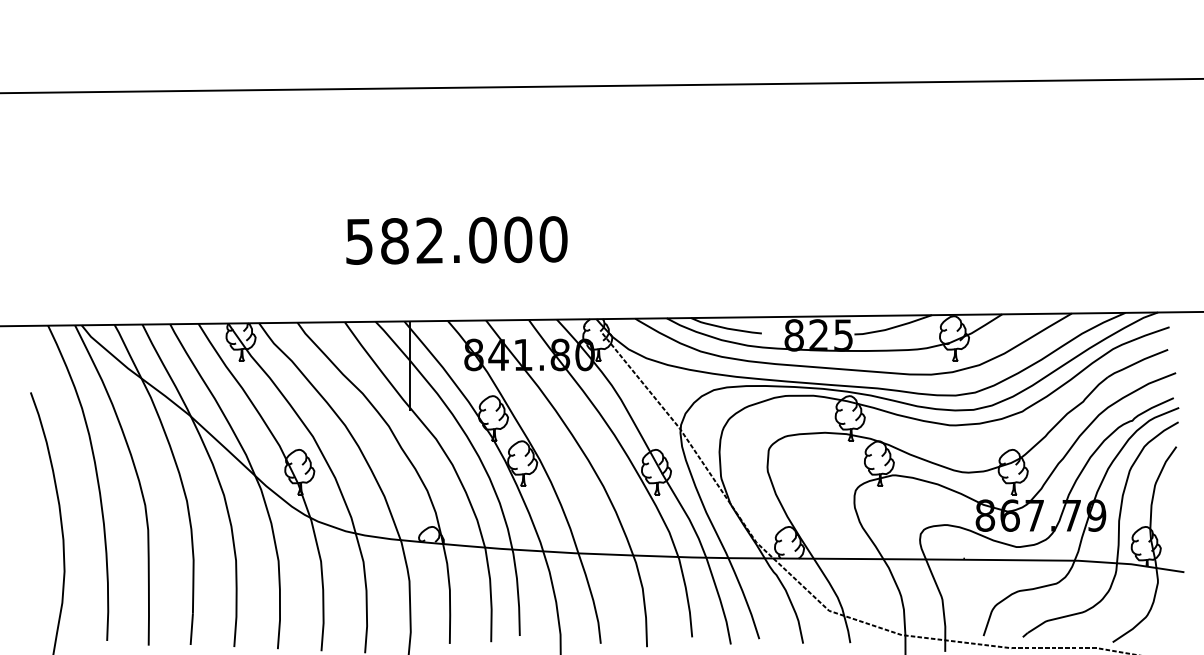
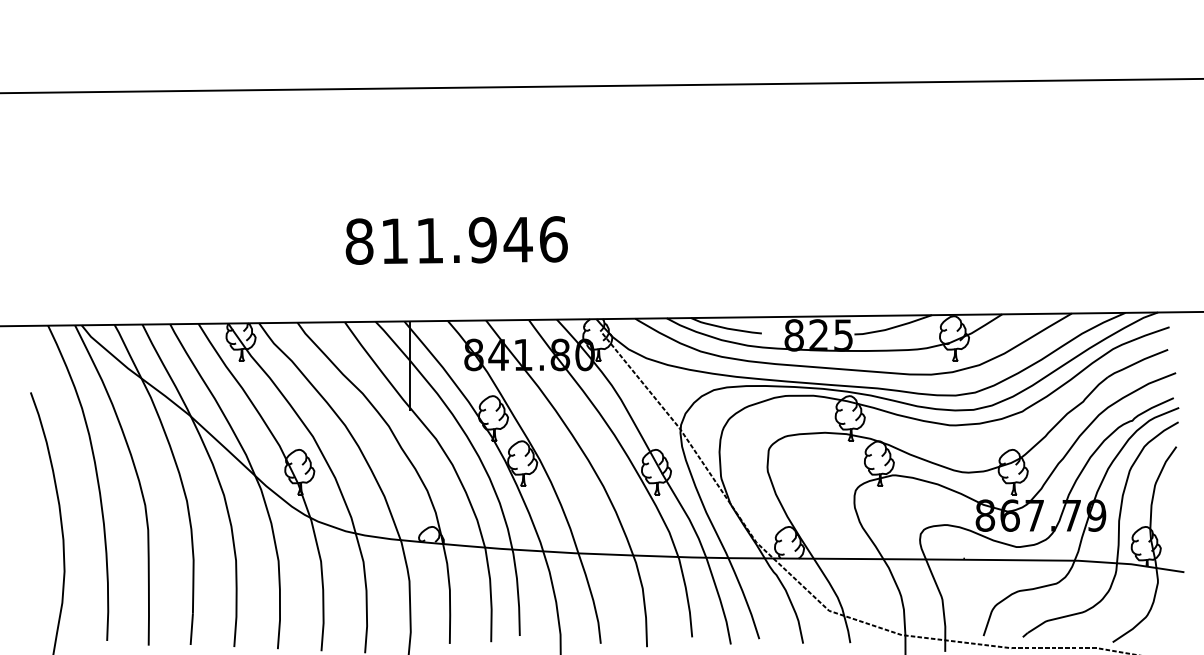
text at (456, 240): 582.000 -> 811.946
